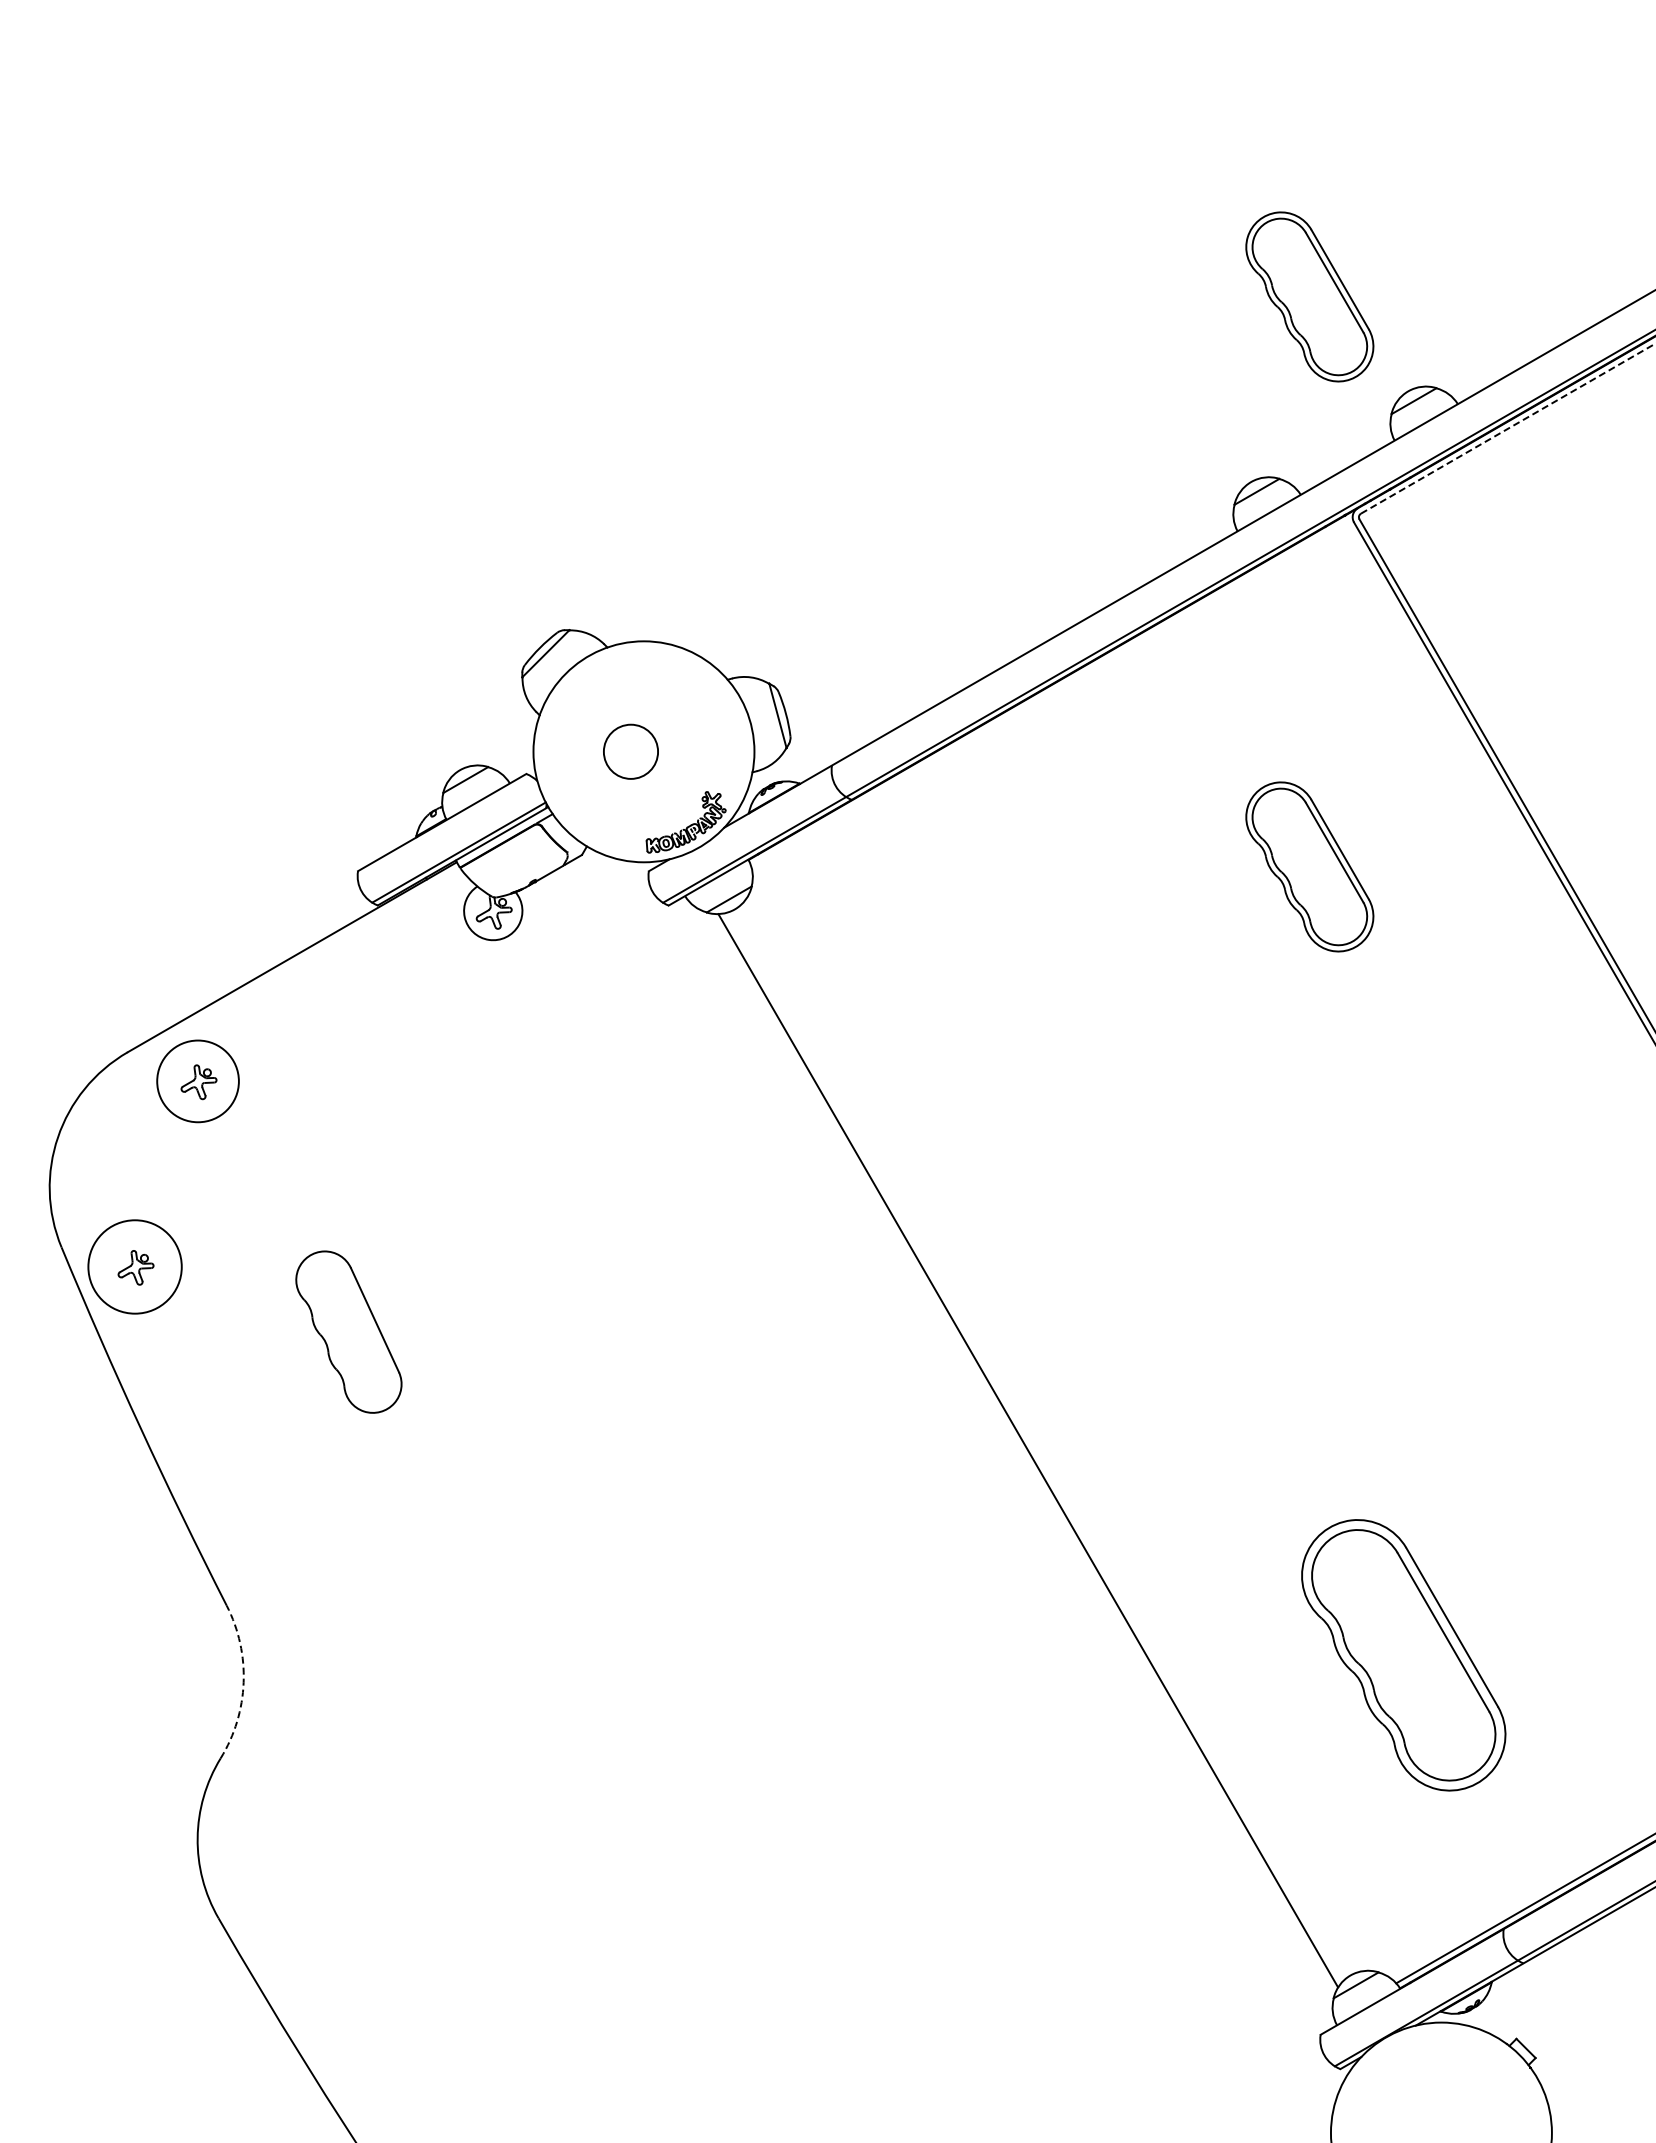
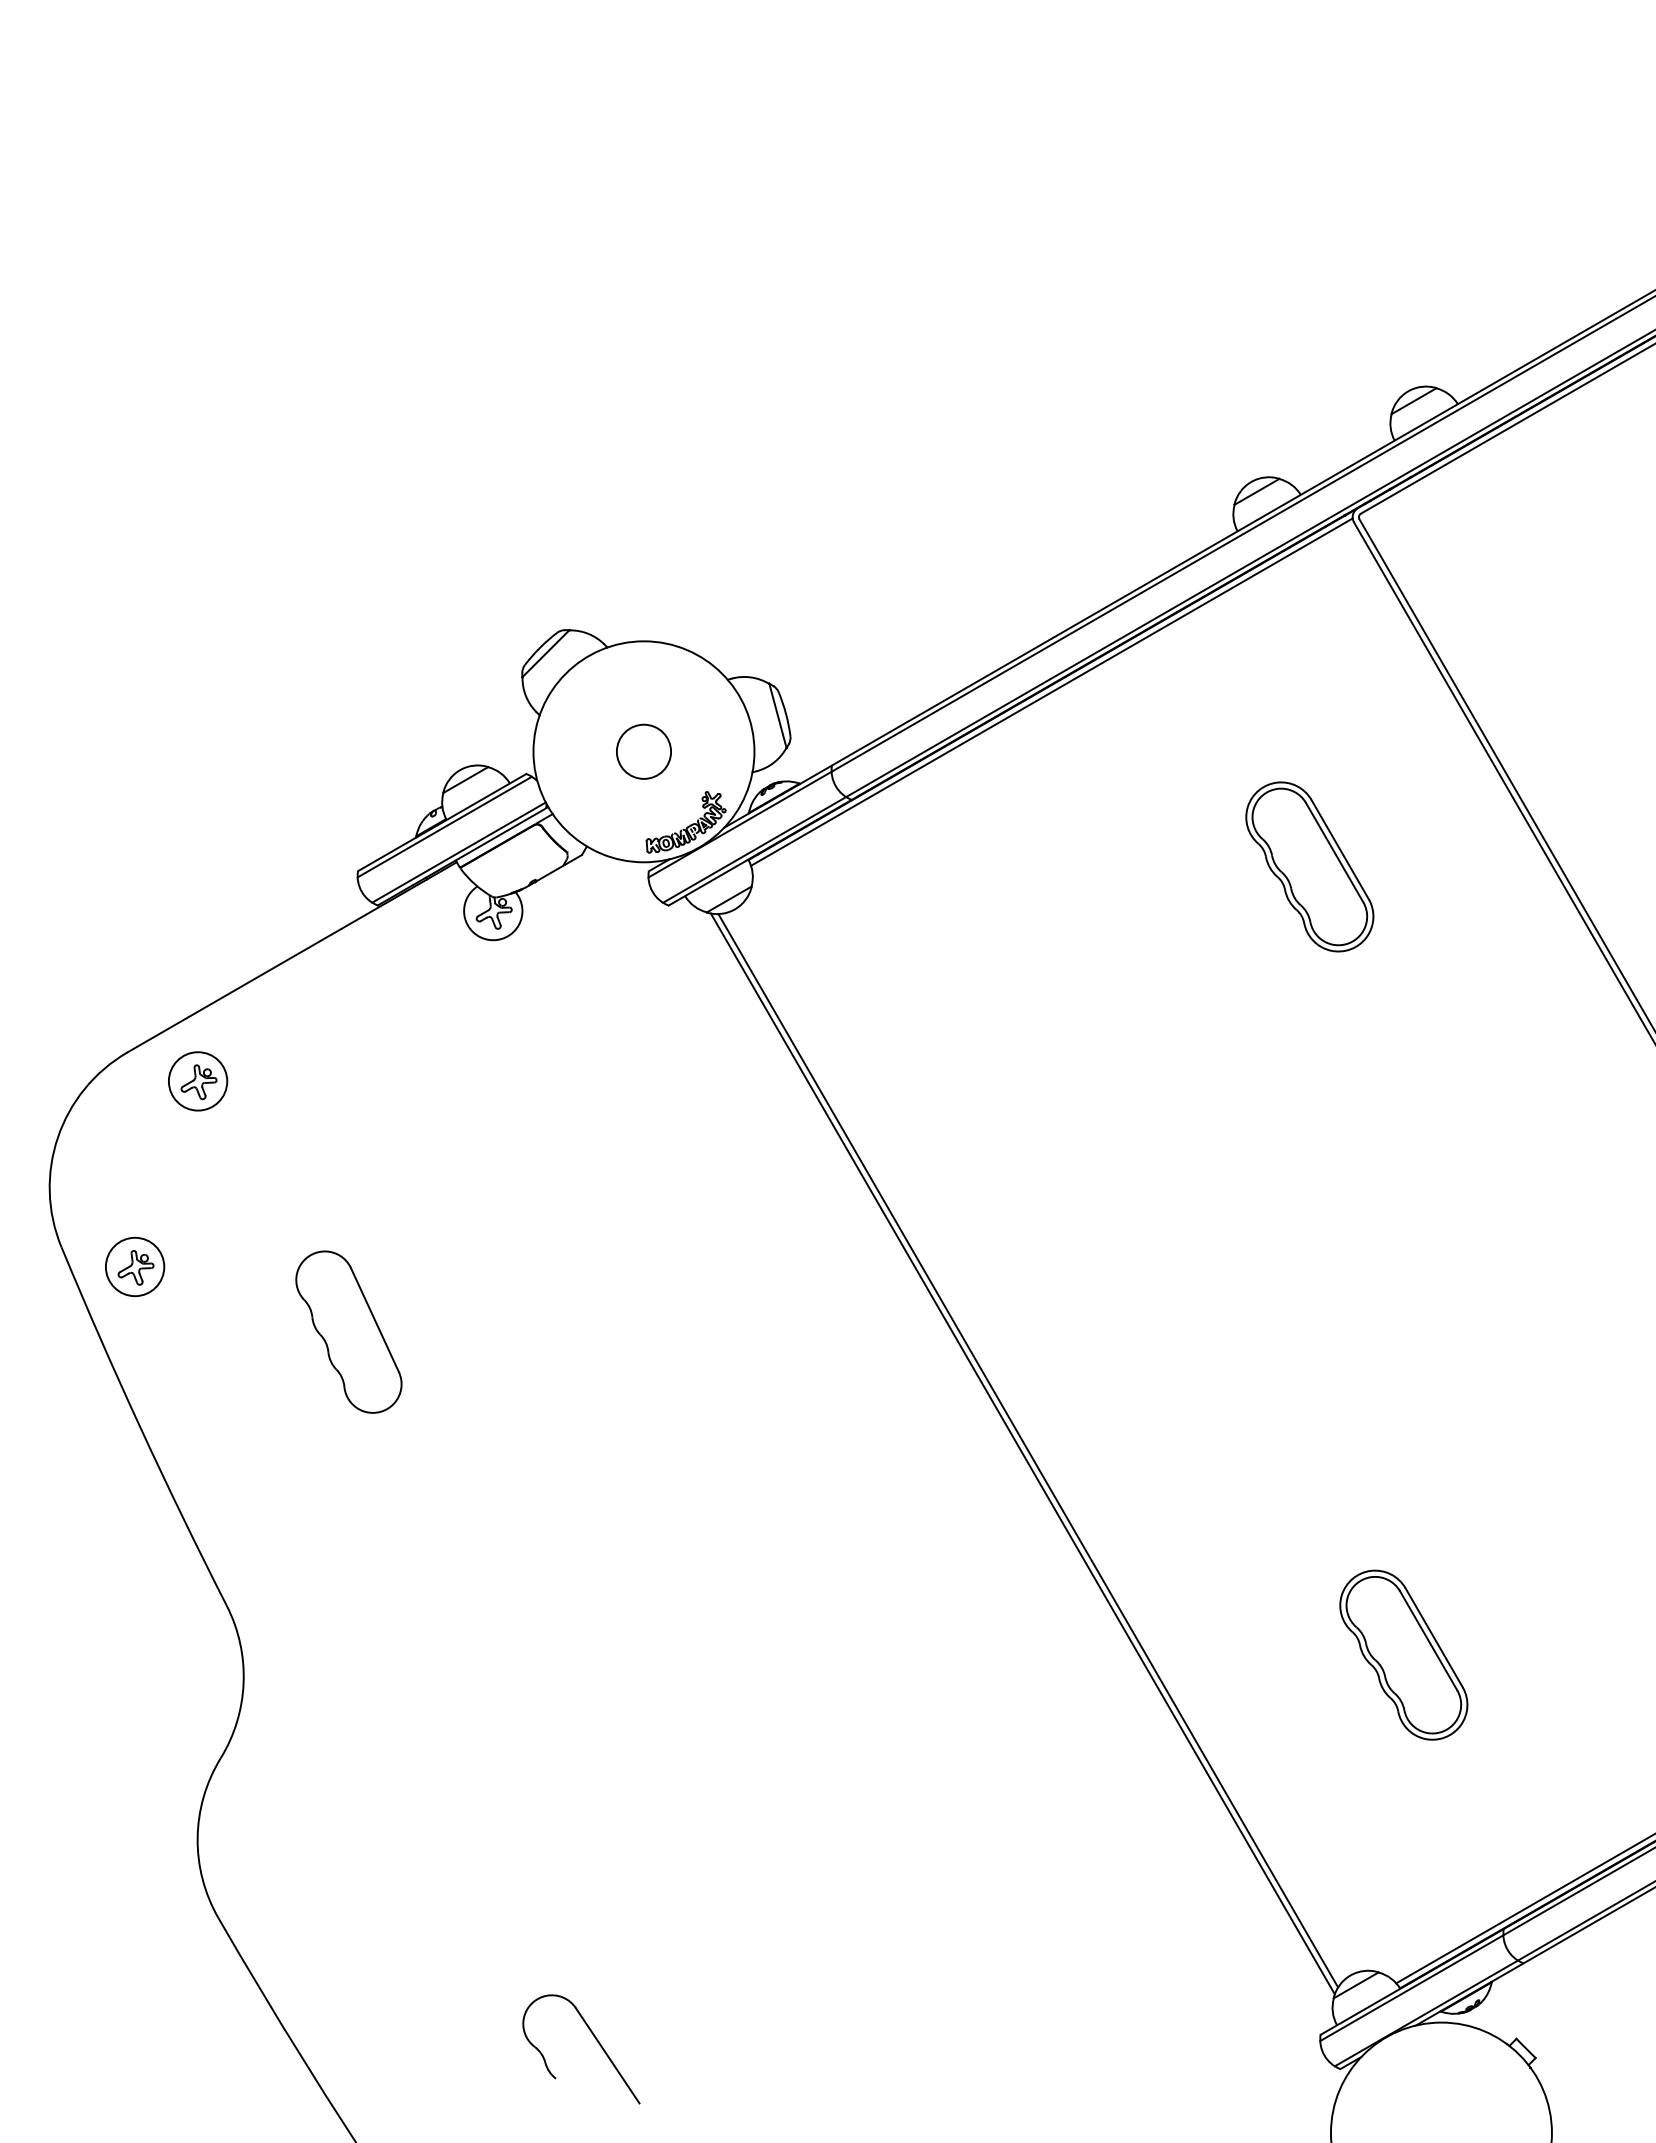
part at (1309, 296): present -> none
line at (1508, 428): dashed -> solid
line at (1150, 587): none -> present
line at (1051, 691): none -> present
circle at (630, 751) position: (630, 751) -> (643, 751)
line at (444, 826): none -> present
circle at (197, 1081) diameter: 82 px -> 58 px
circle at (134, 1266) diameter: 93 px -> 58 px
line at (1022, 1453): none -> present
part at (1403, 1655) size: 206x273 px -> 130x172 px
arc at (243, 1682): dashed -> solid
line at (1486, 1945): none -> present
part at (595, 2039): none -> present
